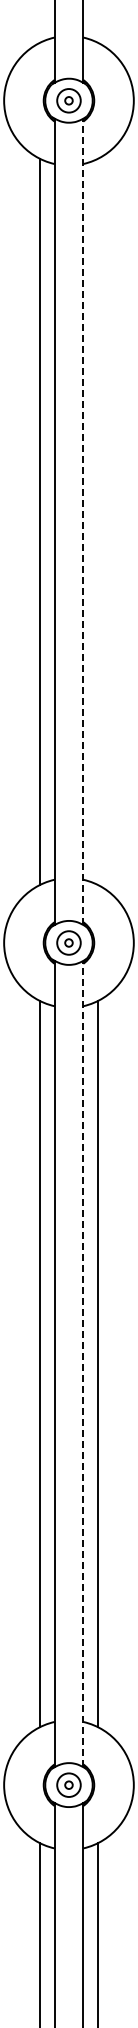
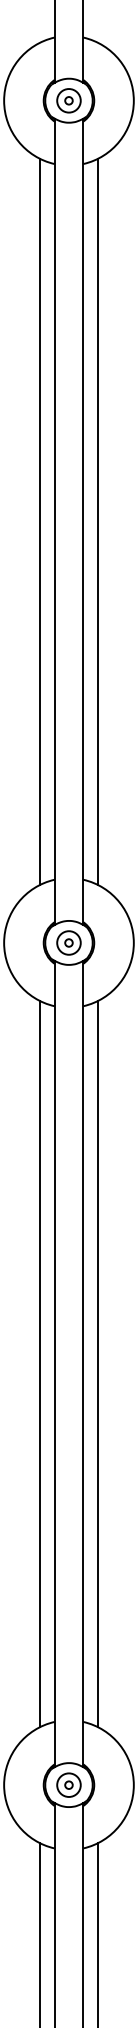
line at (83, 521): dashed -> solid
line at (98, 521): none -> present
line at (83, 1363): dashed -> solid
